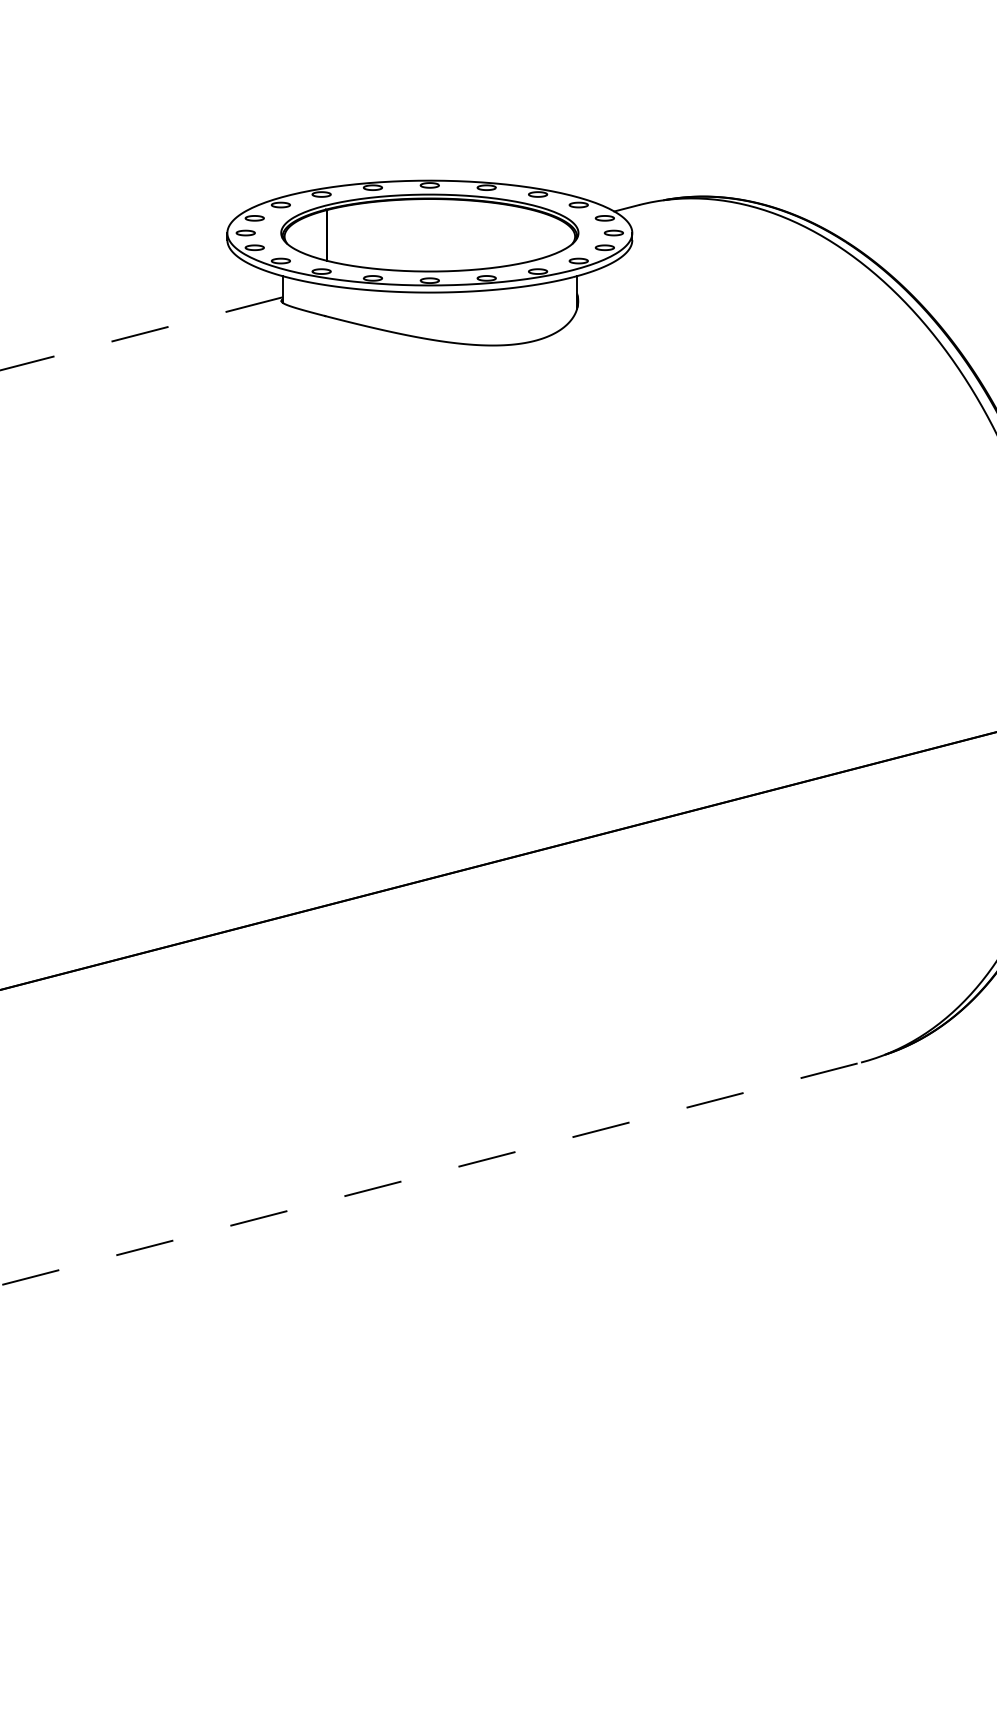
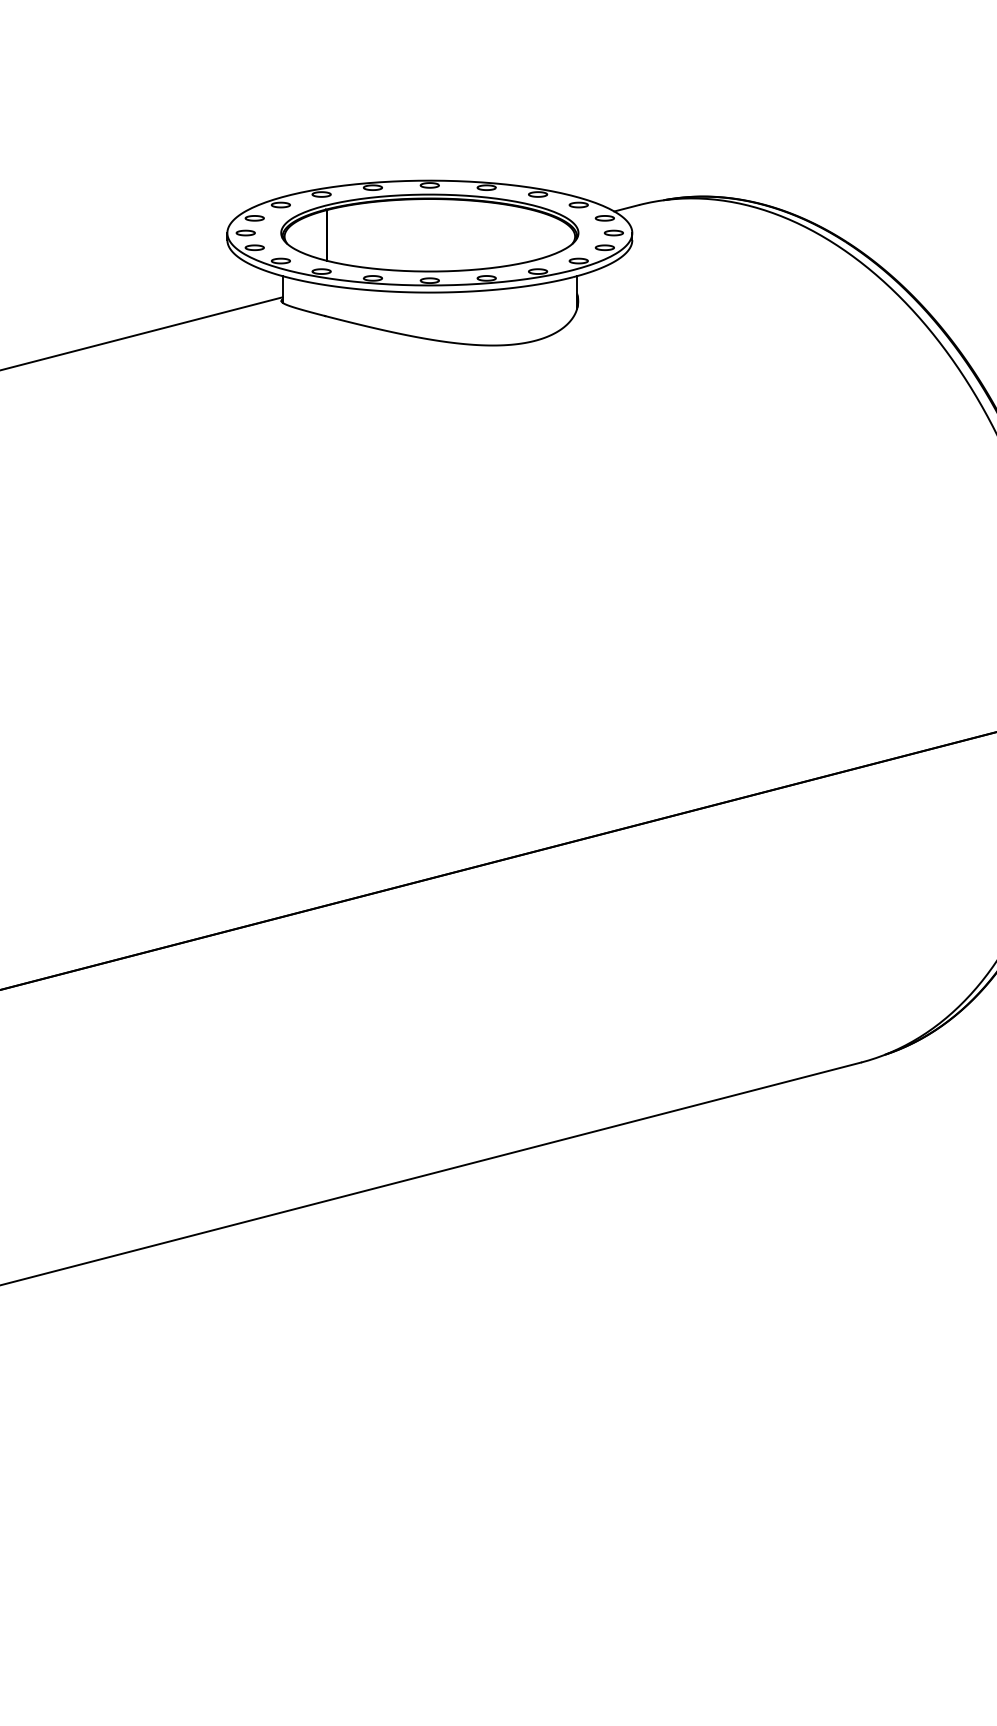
line at (141, 333): dashed -> solid
line at (431, 1173): dashed -> solid
